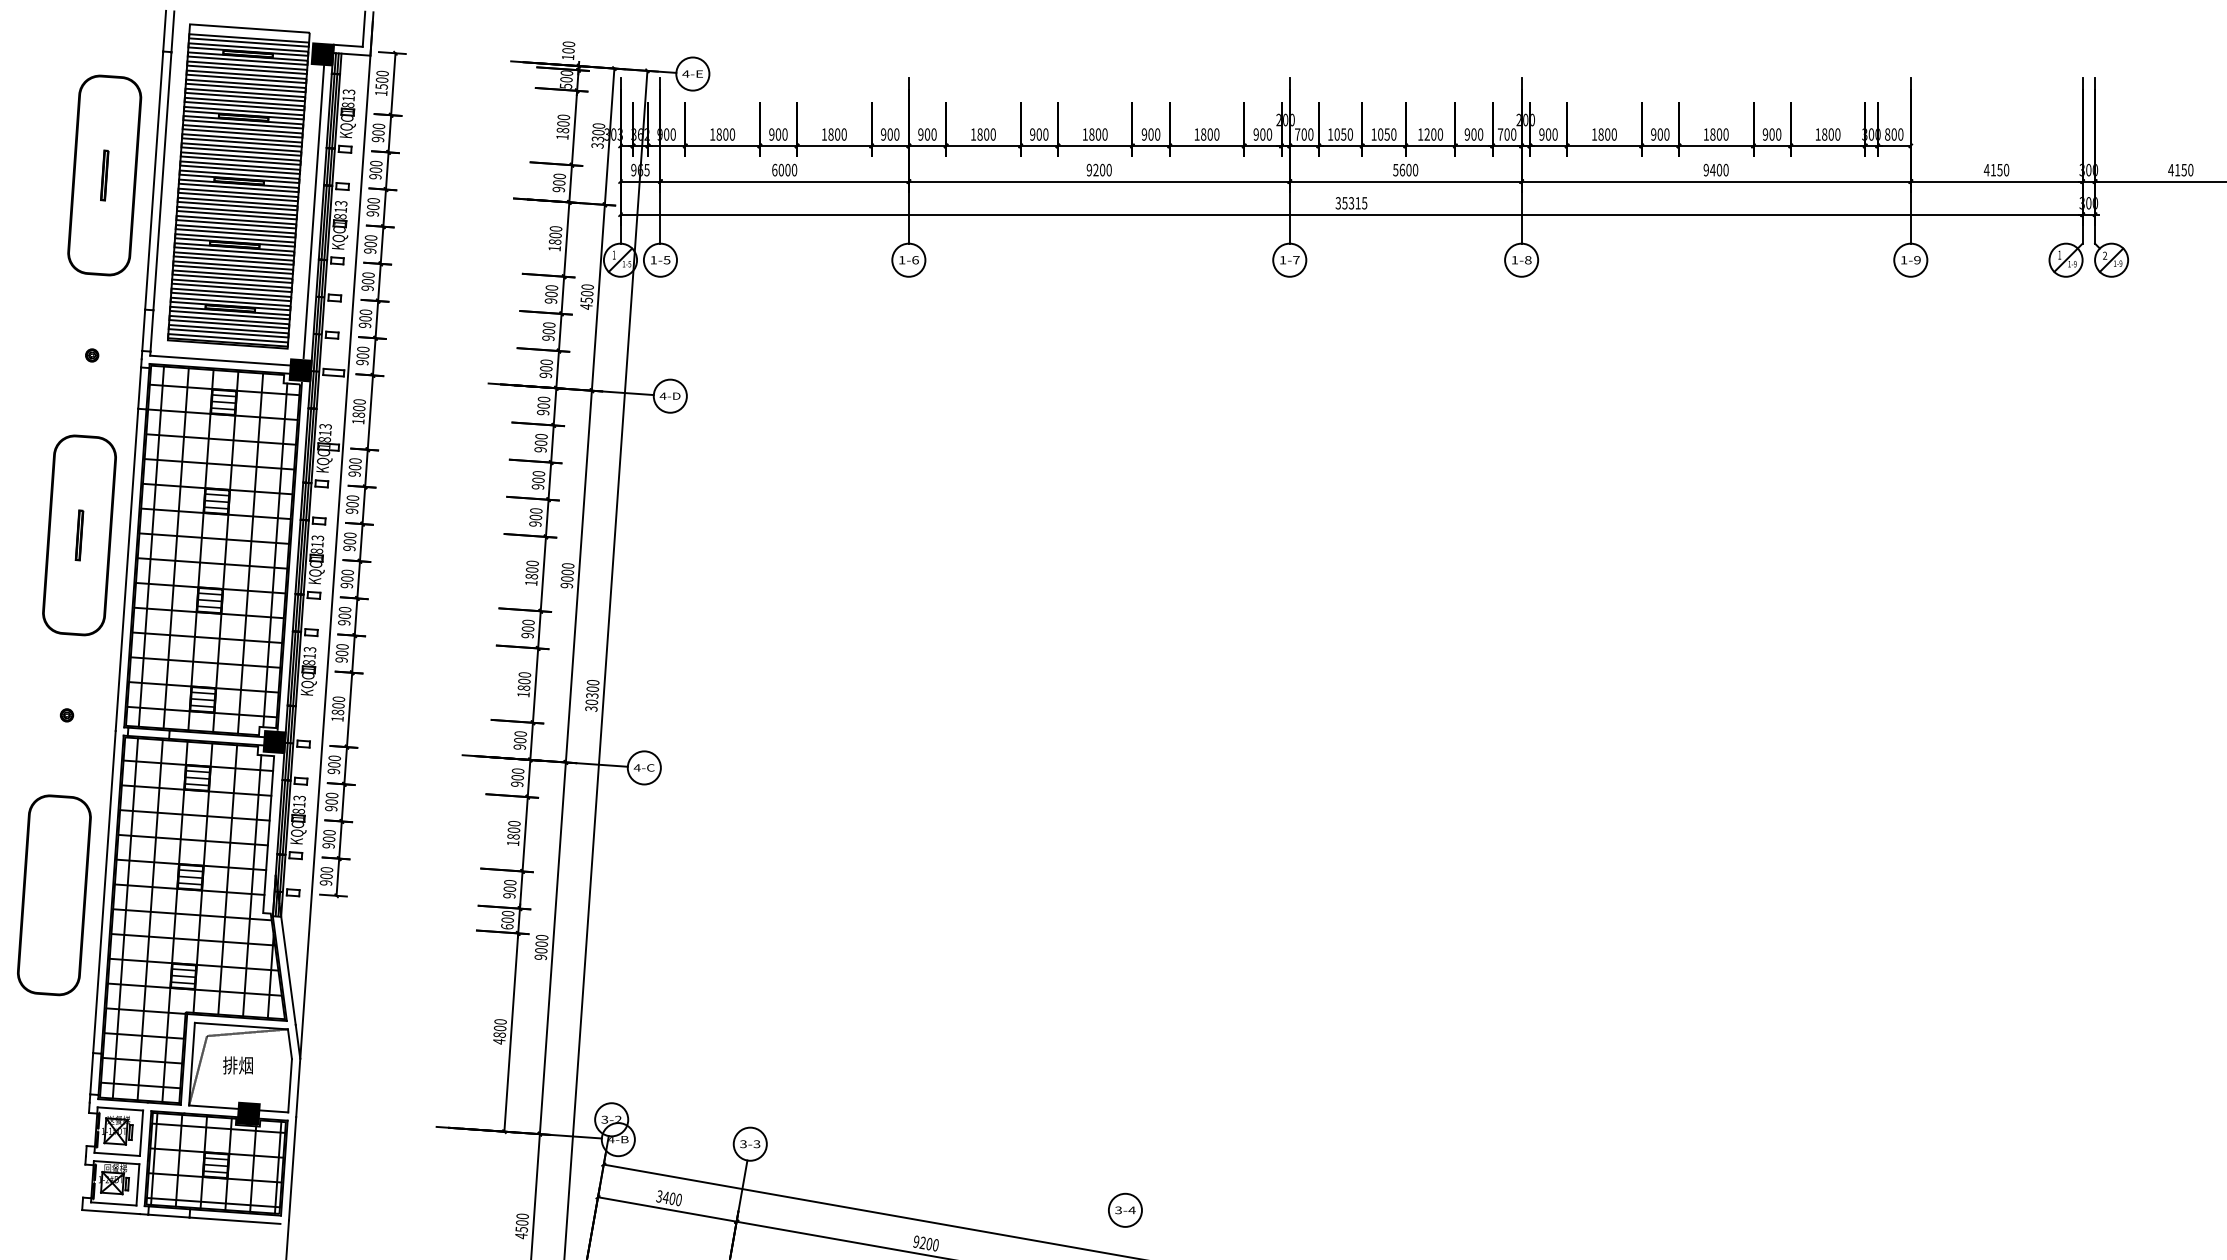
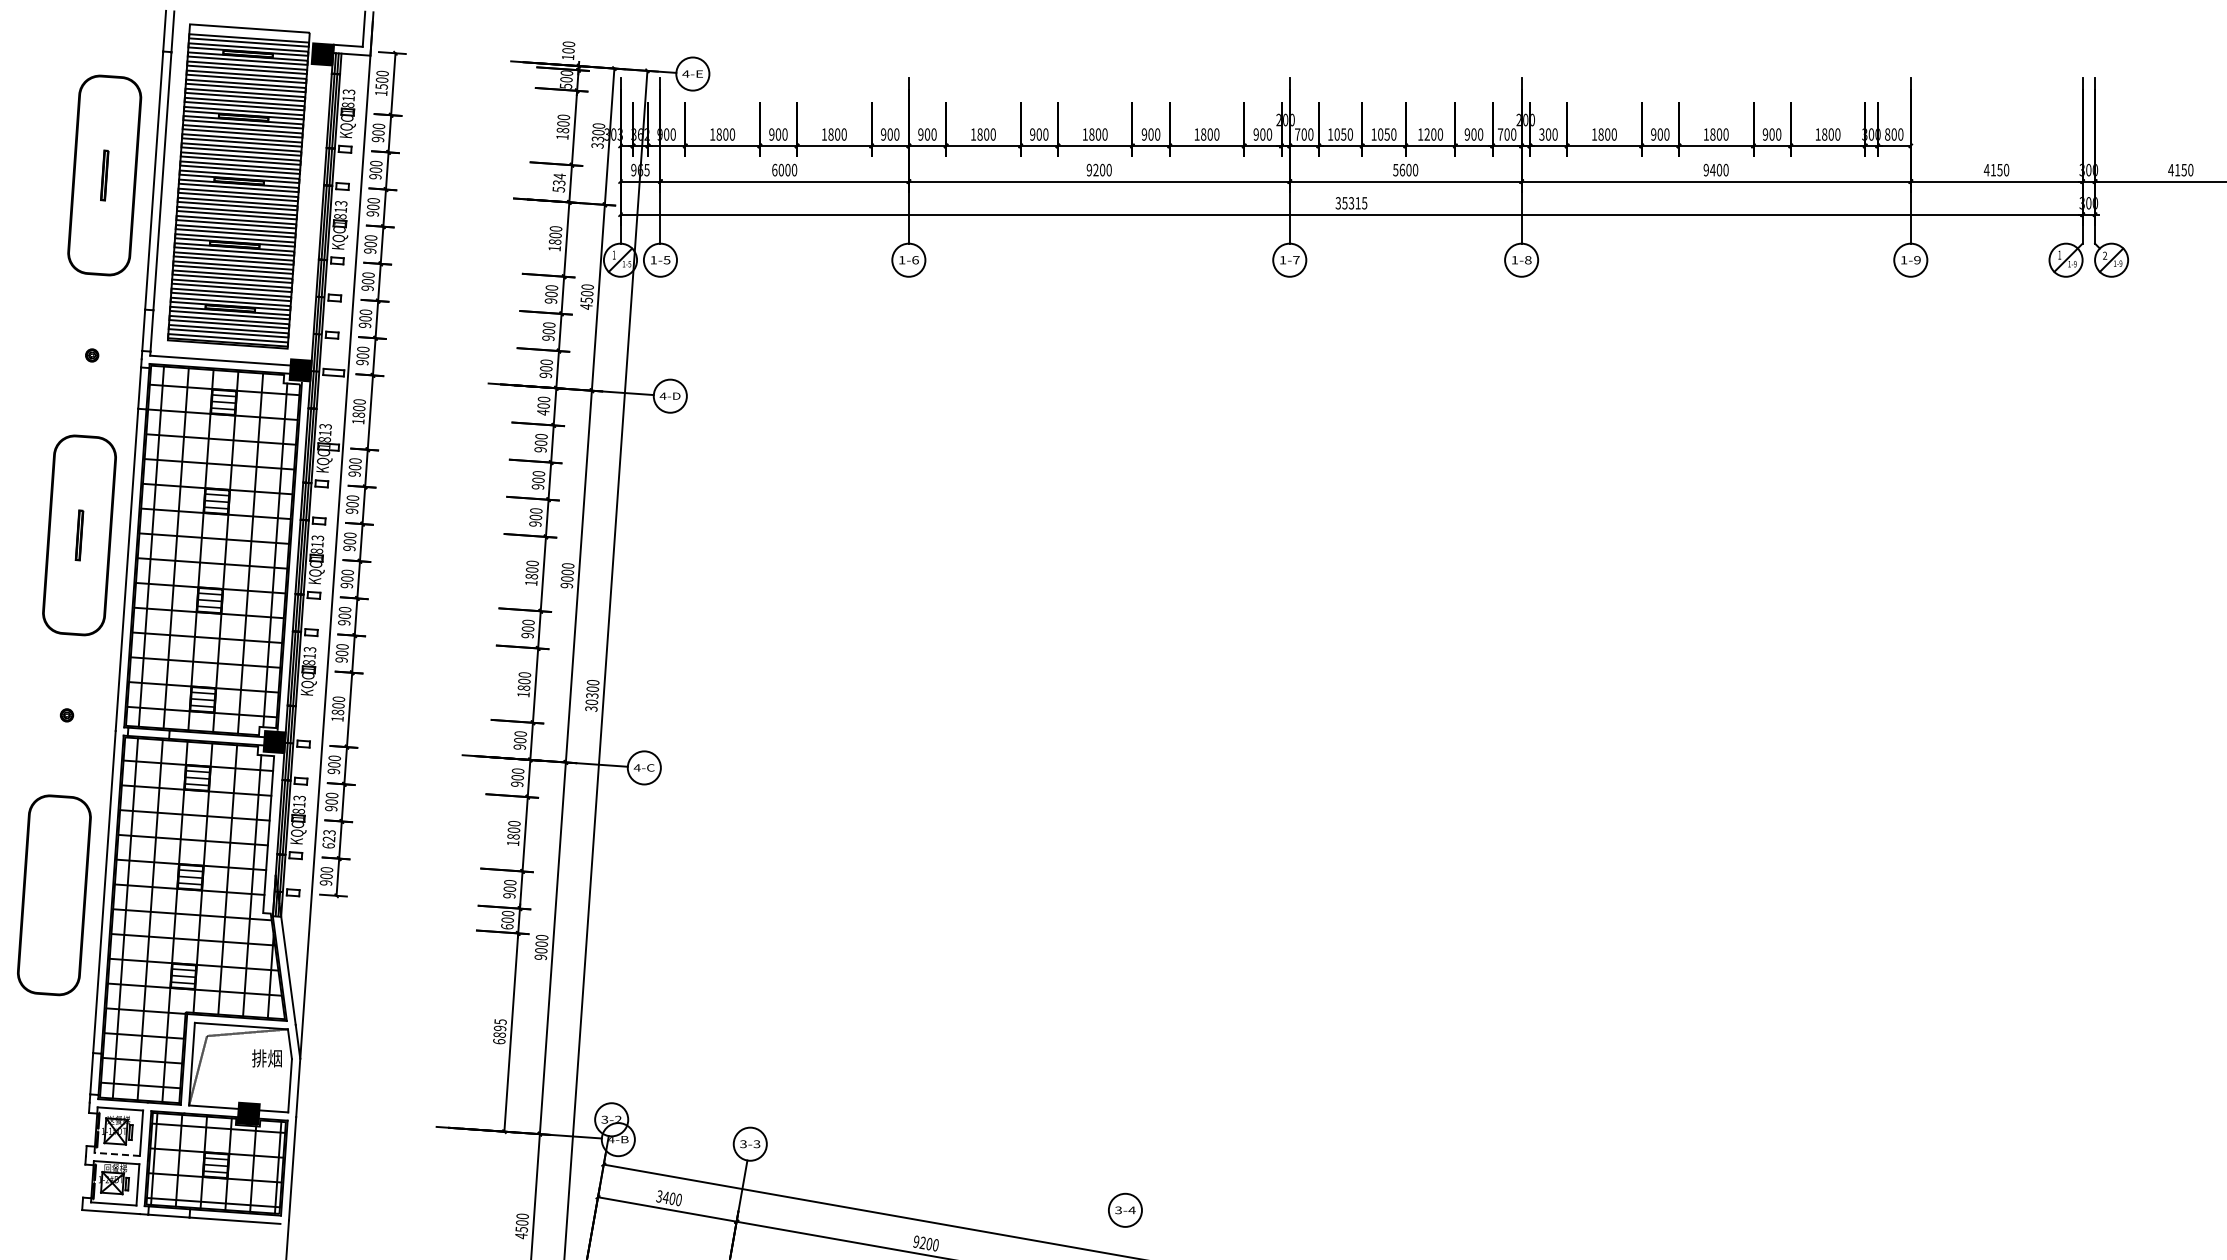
text at (1541, 134): 900 -> 300
text at (558, 182): 900 -> 534
line at (313, 210): present -> none
text at (542, 412): 900 -> 400
text at (328, 839): 900 -> 623
text at (499, 1031): 4800 -> 6895
text at (237, 1065) position: (237, 1065) -> (266, 1058)
line at (117, 1154): solid -> dashed
